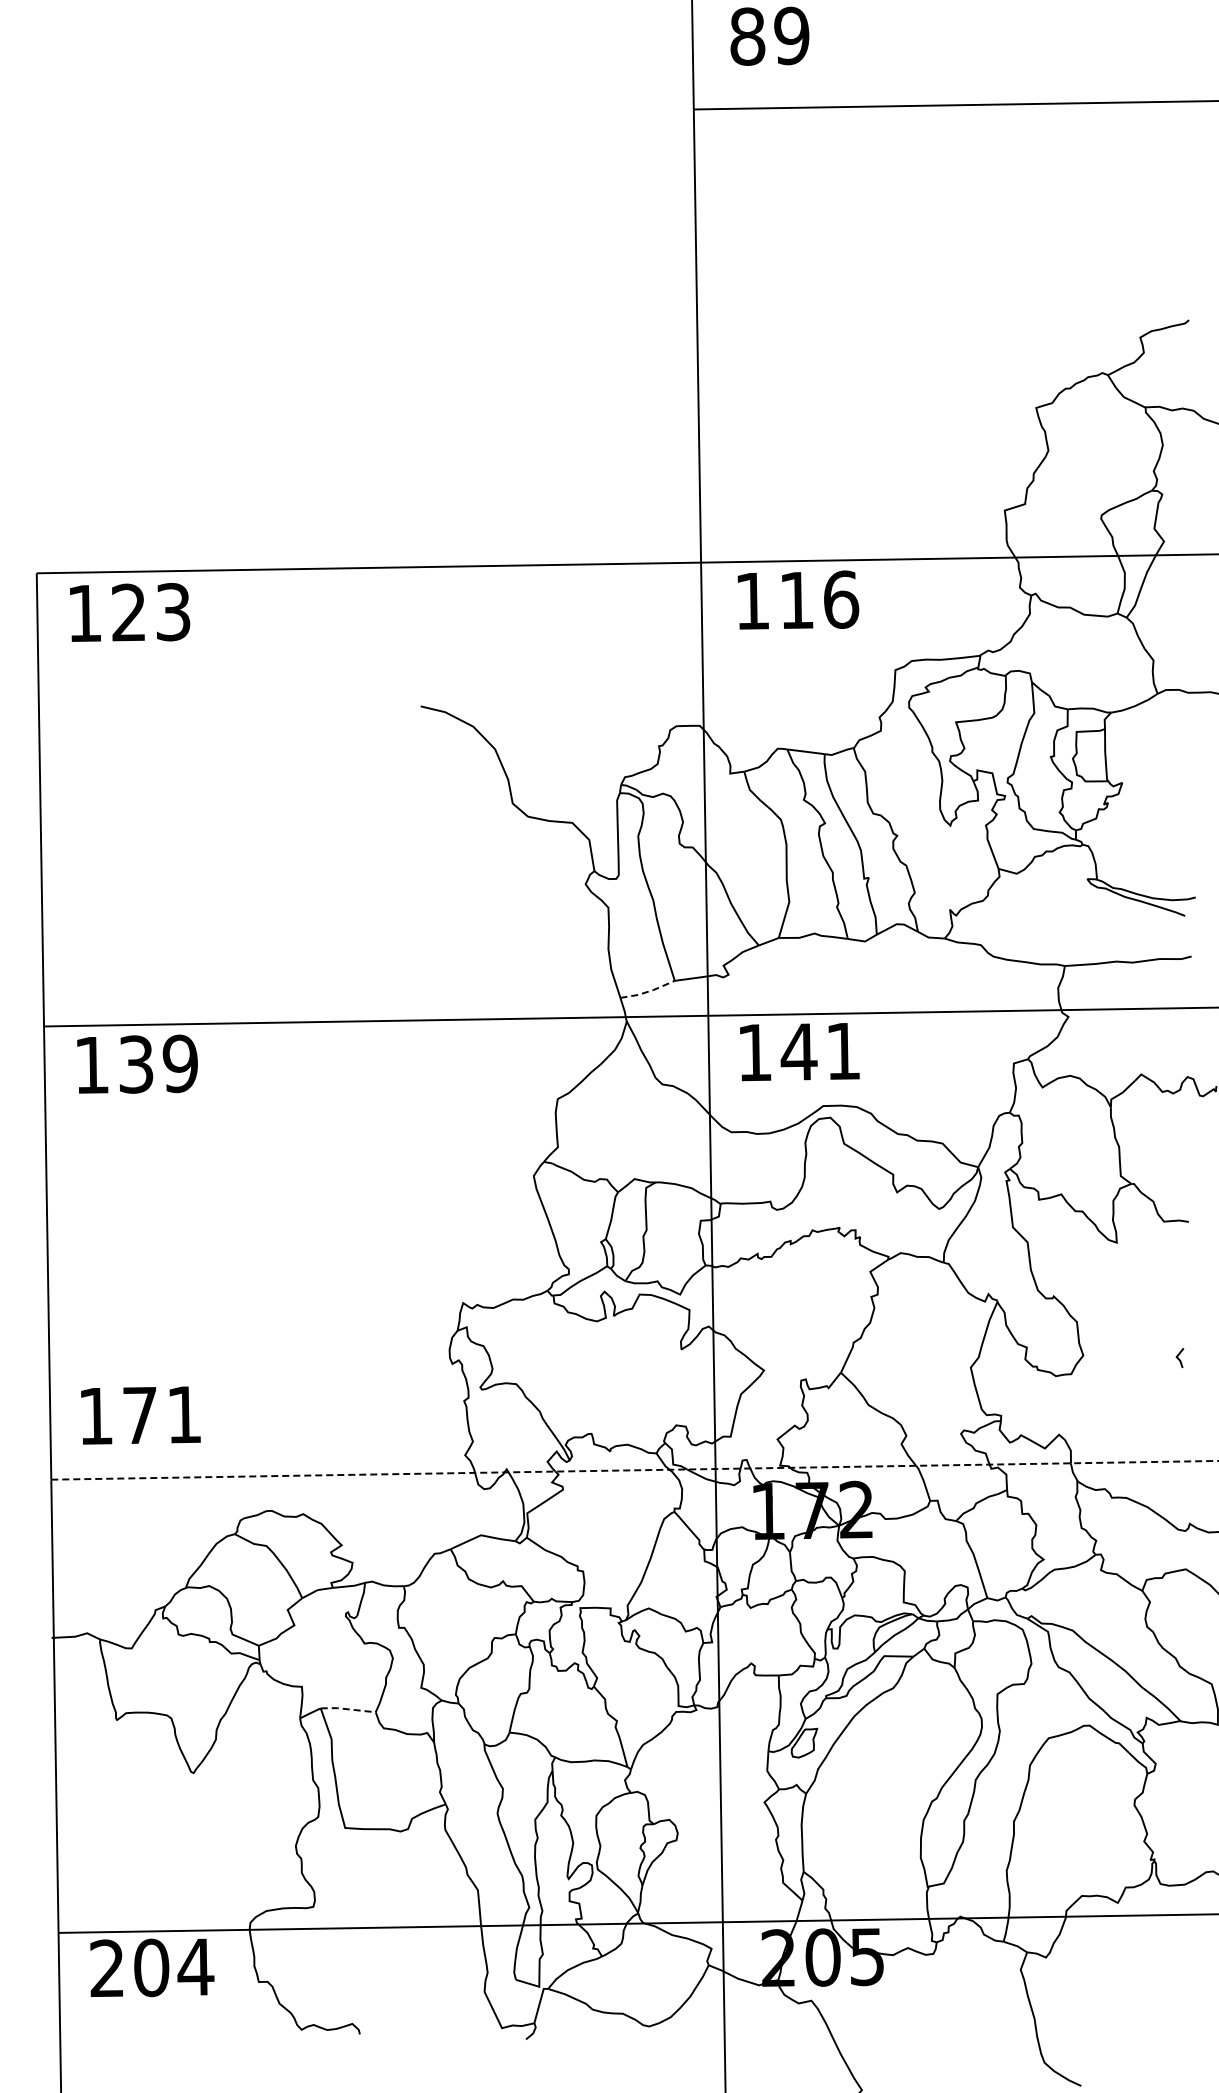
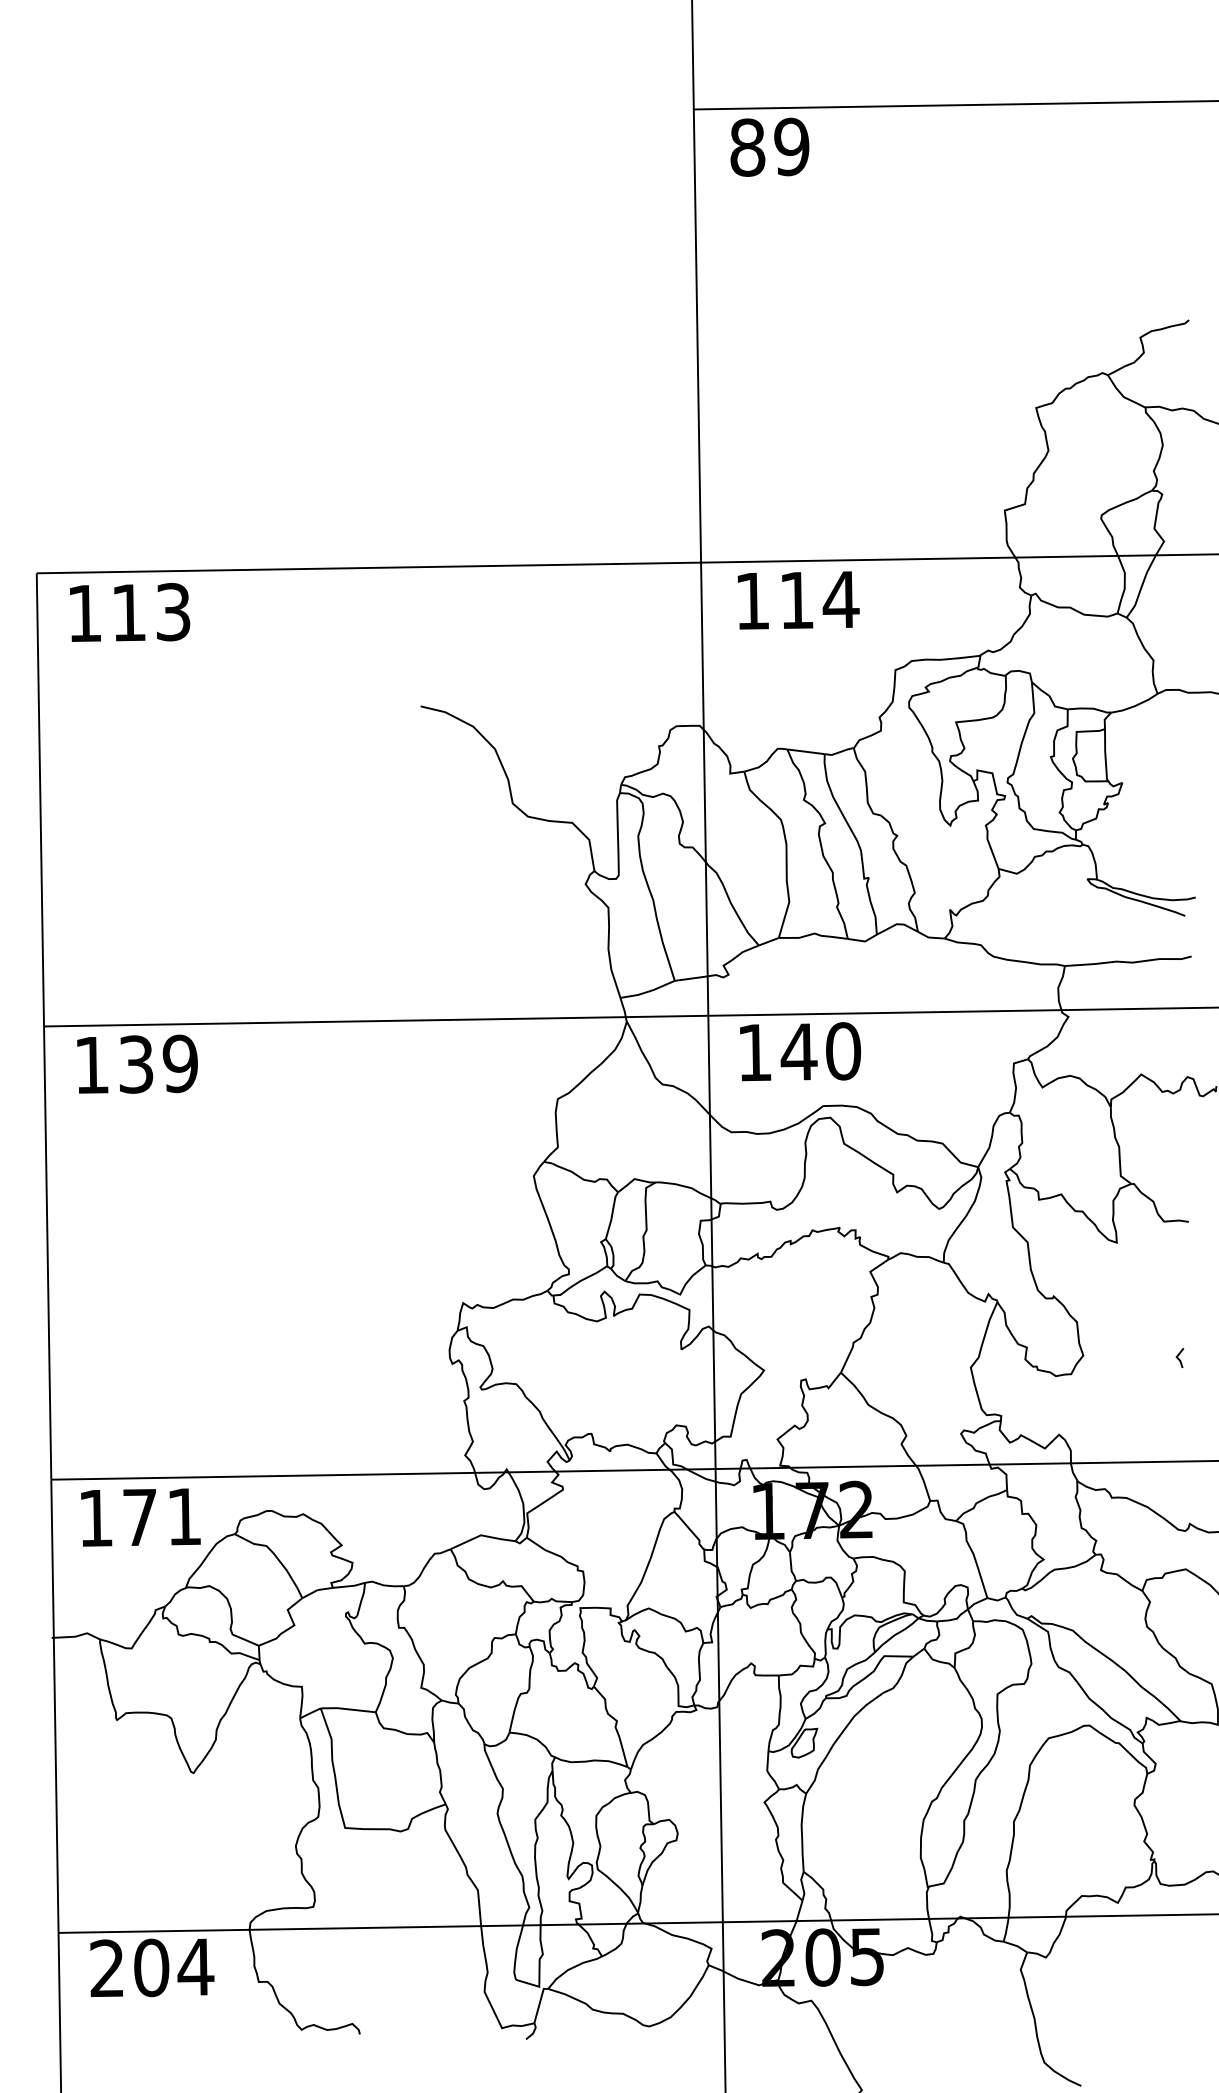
text at (769, 35) position: (769, 35) -> (769, 146)
text at (840, 599): 116 -> 114
text at (128, 612): 123 -> 113
line at (648, 991): dashed -> solid
text at (843, 1051): 141 -> 140
text at (140, 1415) position: (140, 1415) -> (140, 1517)
line at (635, 1470): dashed -> solid
line at (348, 1709): dashed -> solid
